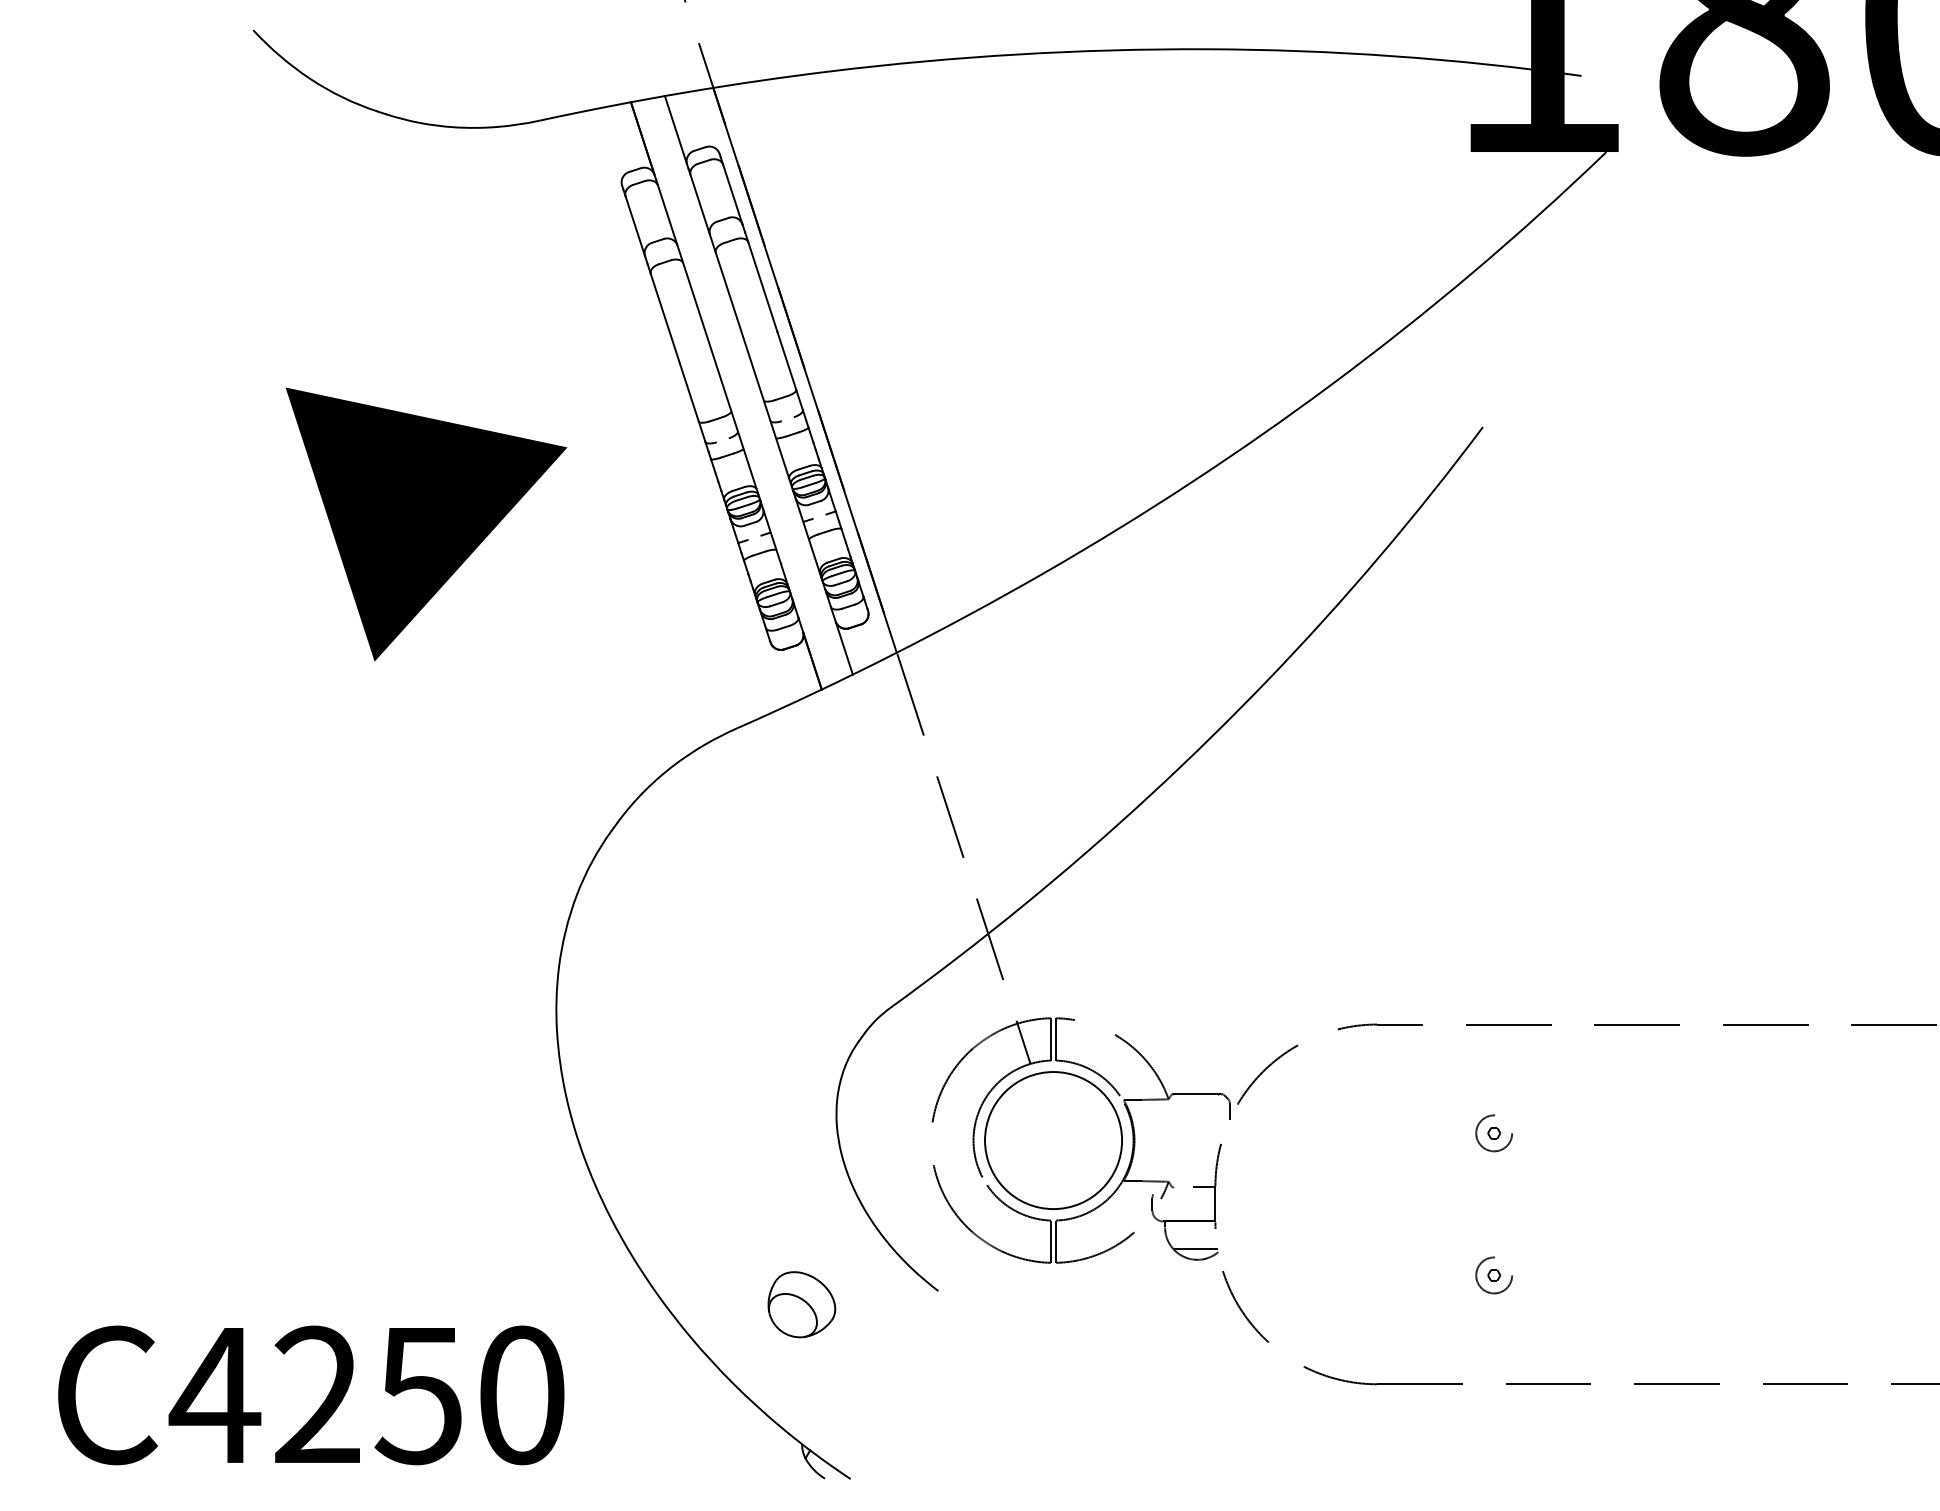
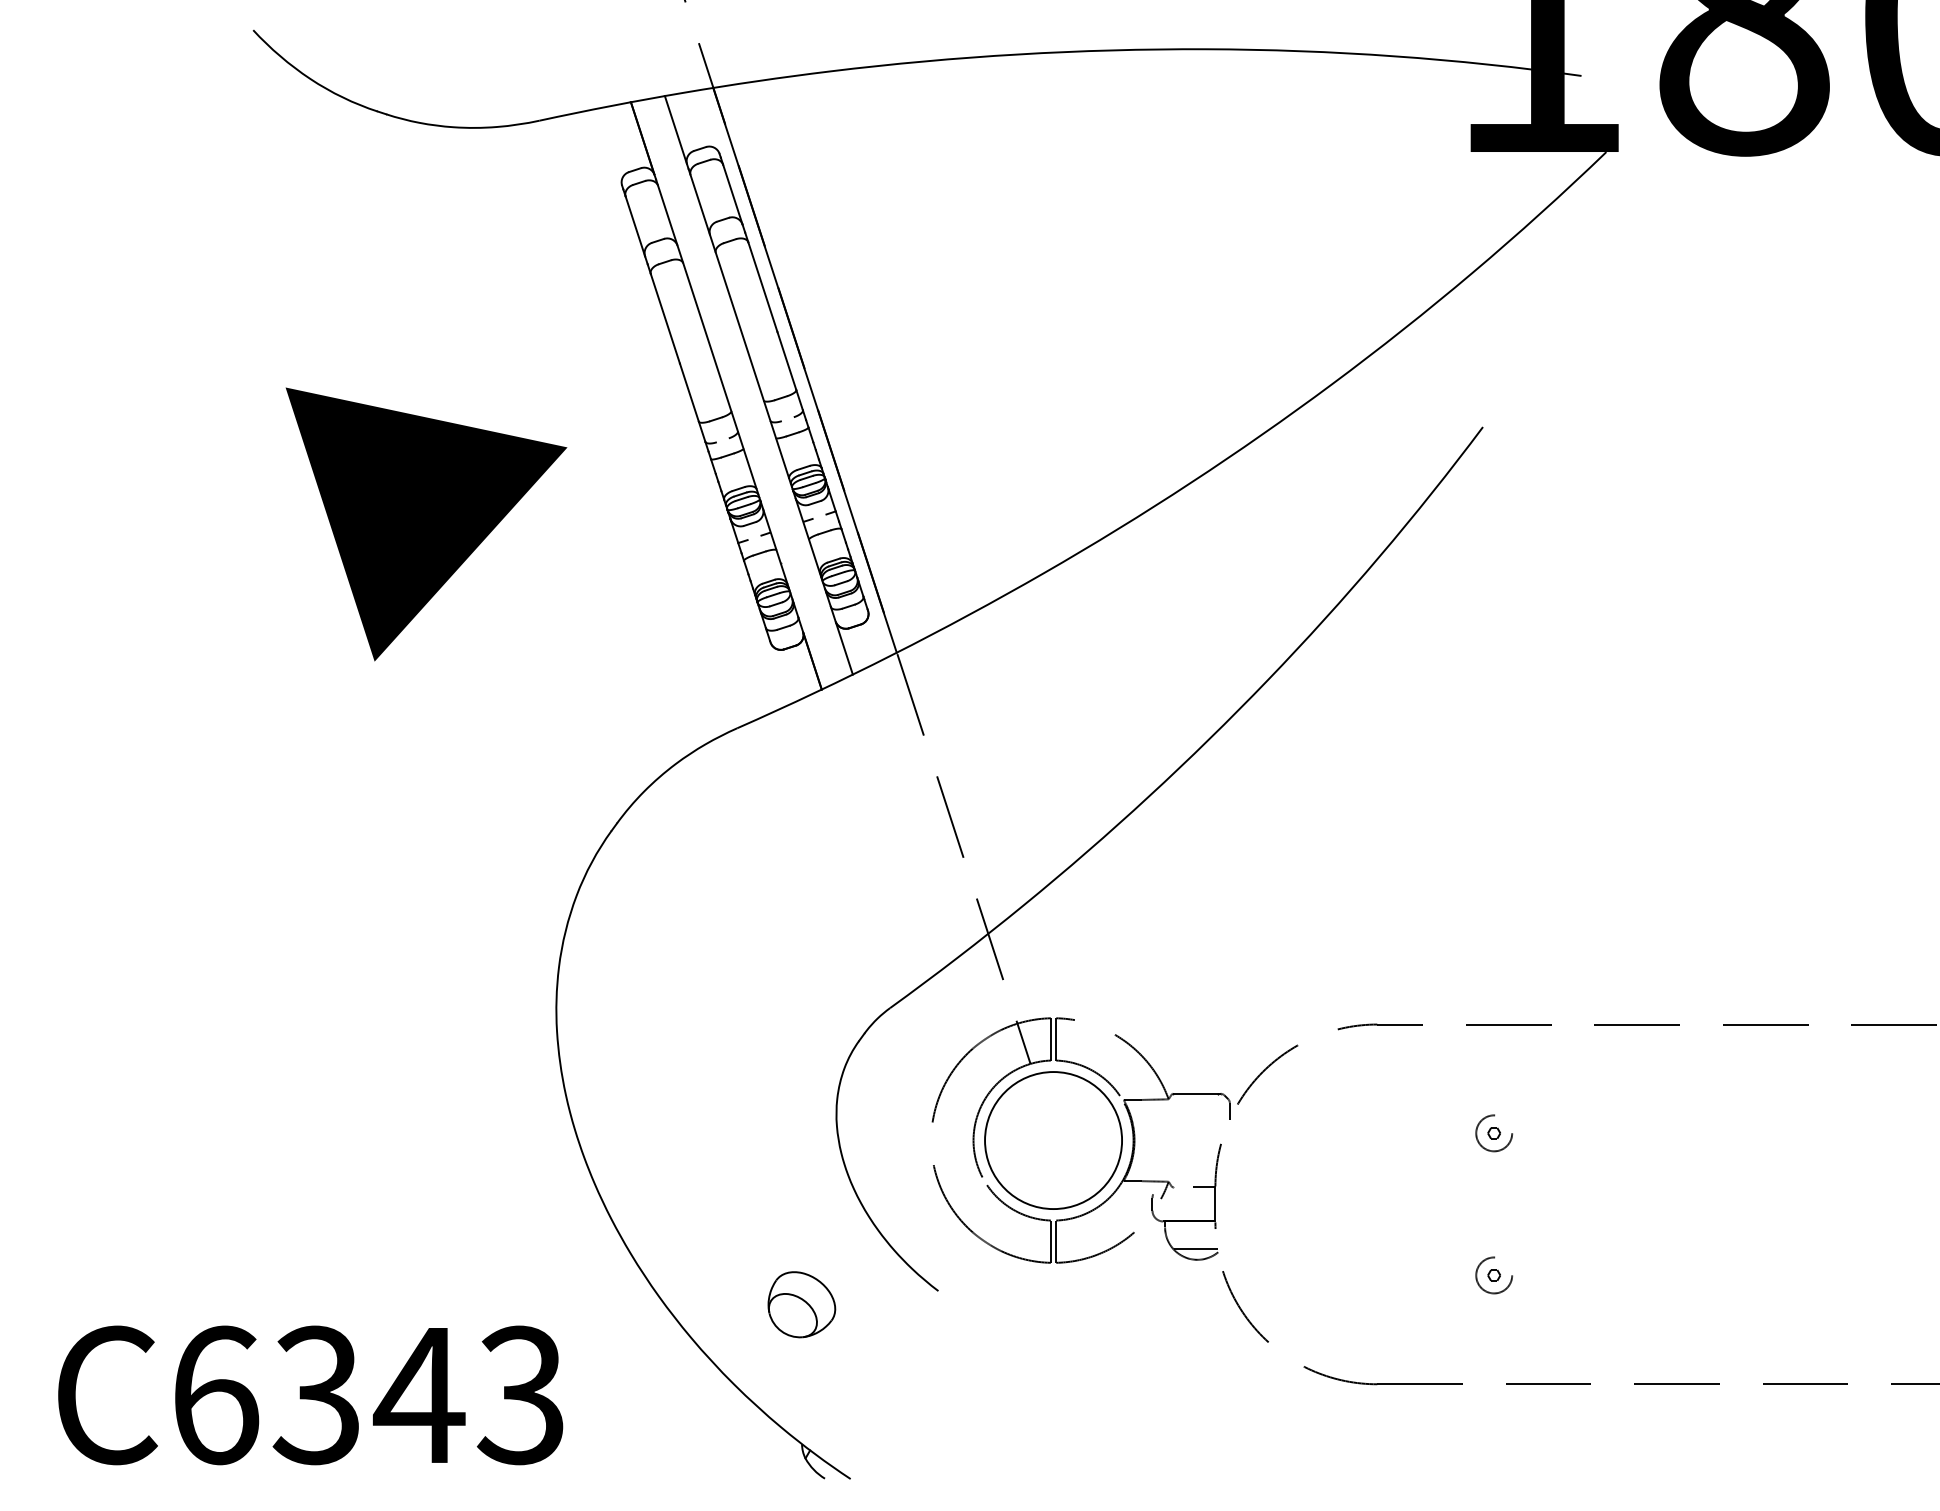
text at (366, 1395): C4250 -> C6343
